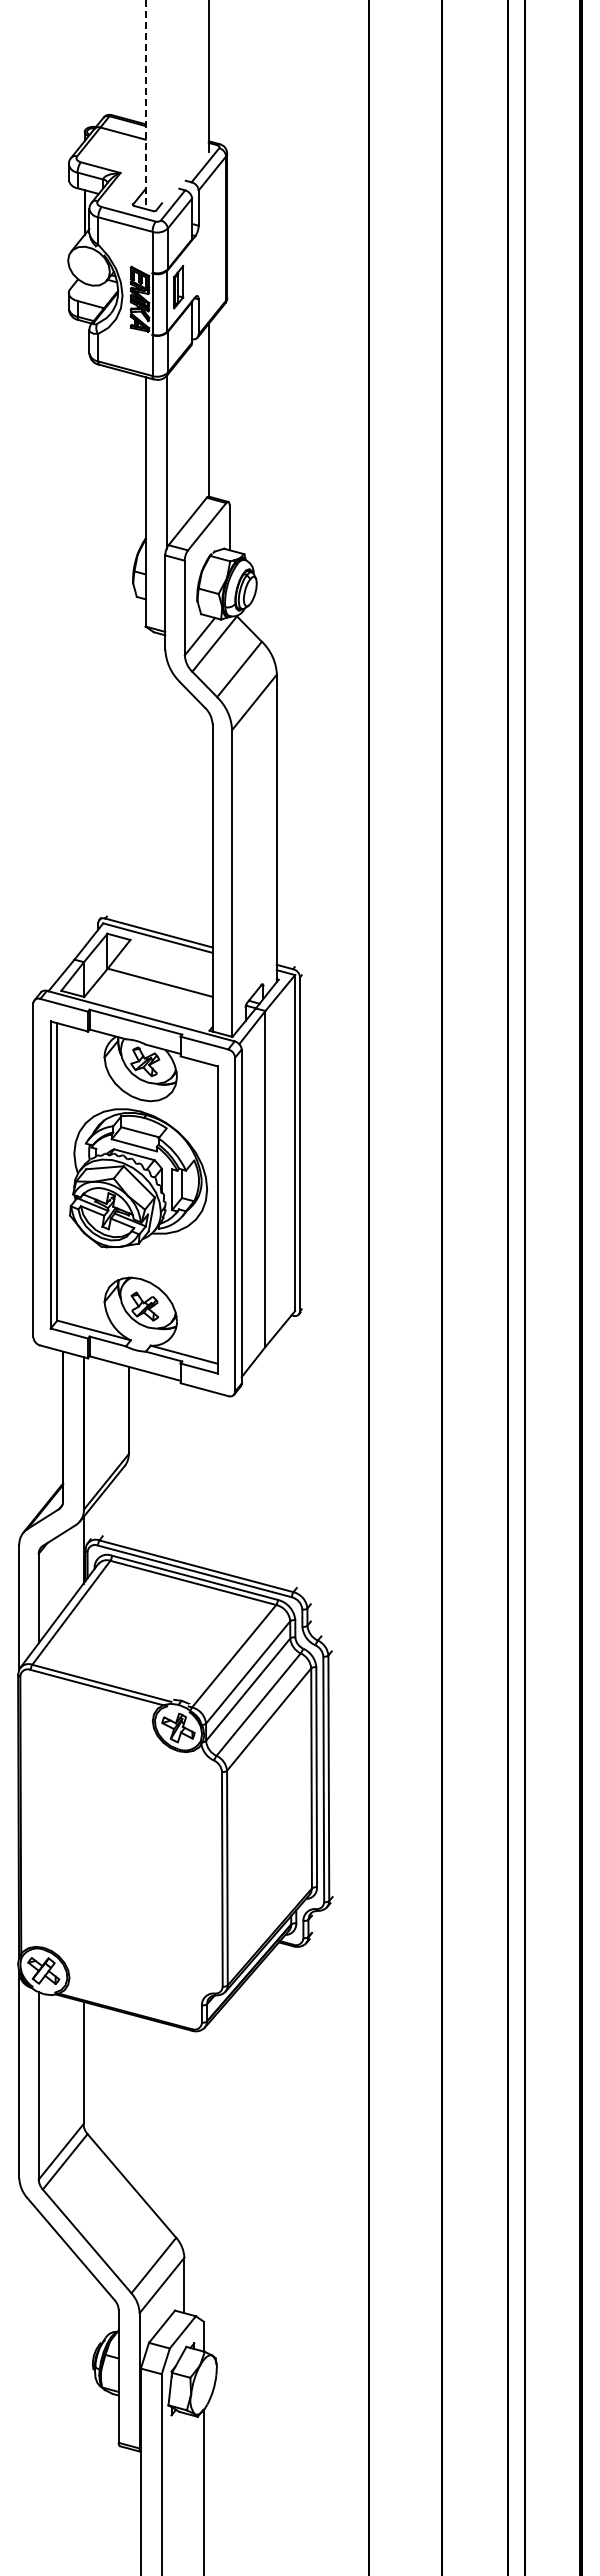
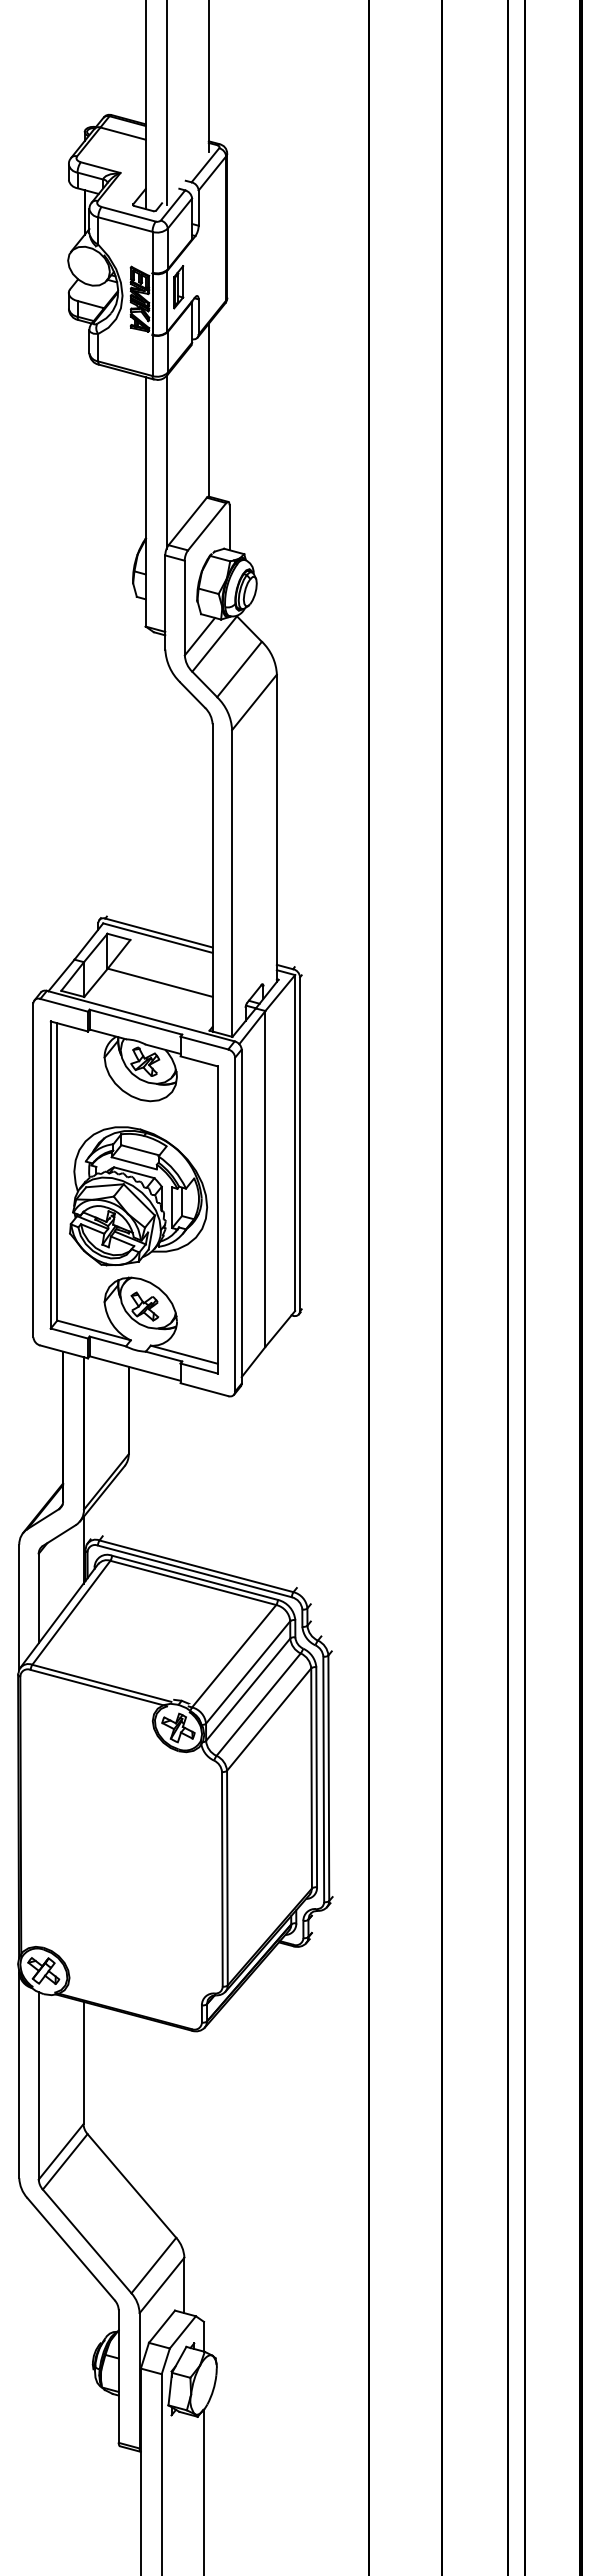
line at (166, 103): none -> present
line at (145, 105): dashed -> solid
part at (138, 1178) position: (138, 1178) -> (138, 1196)
